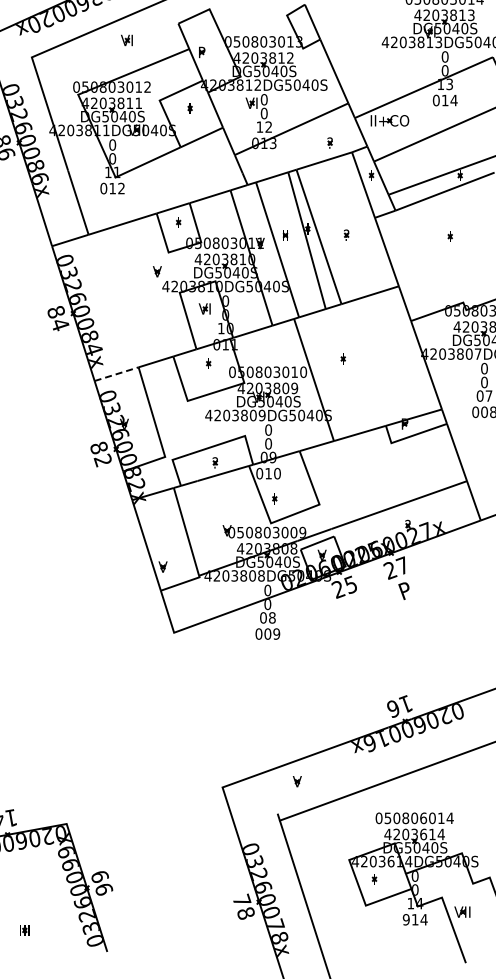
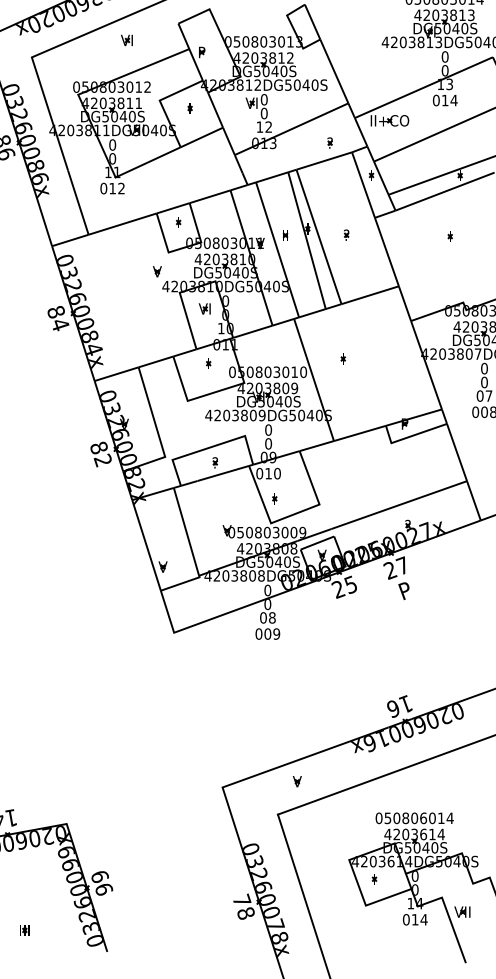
line at (117, 374): dashed -> solid
line at (385, 781) position: (385, 781) -> (384, 775)
text at (405, 919): 914 -> 014
